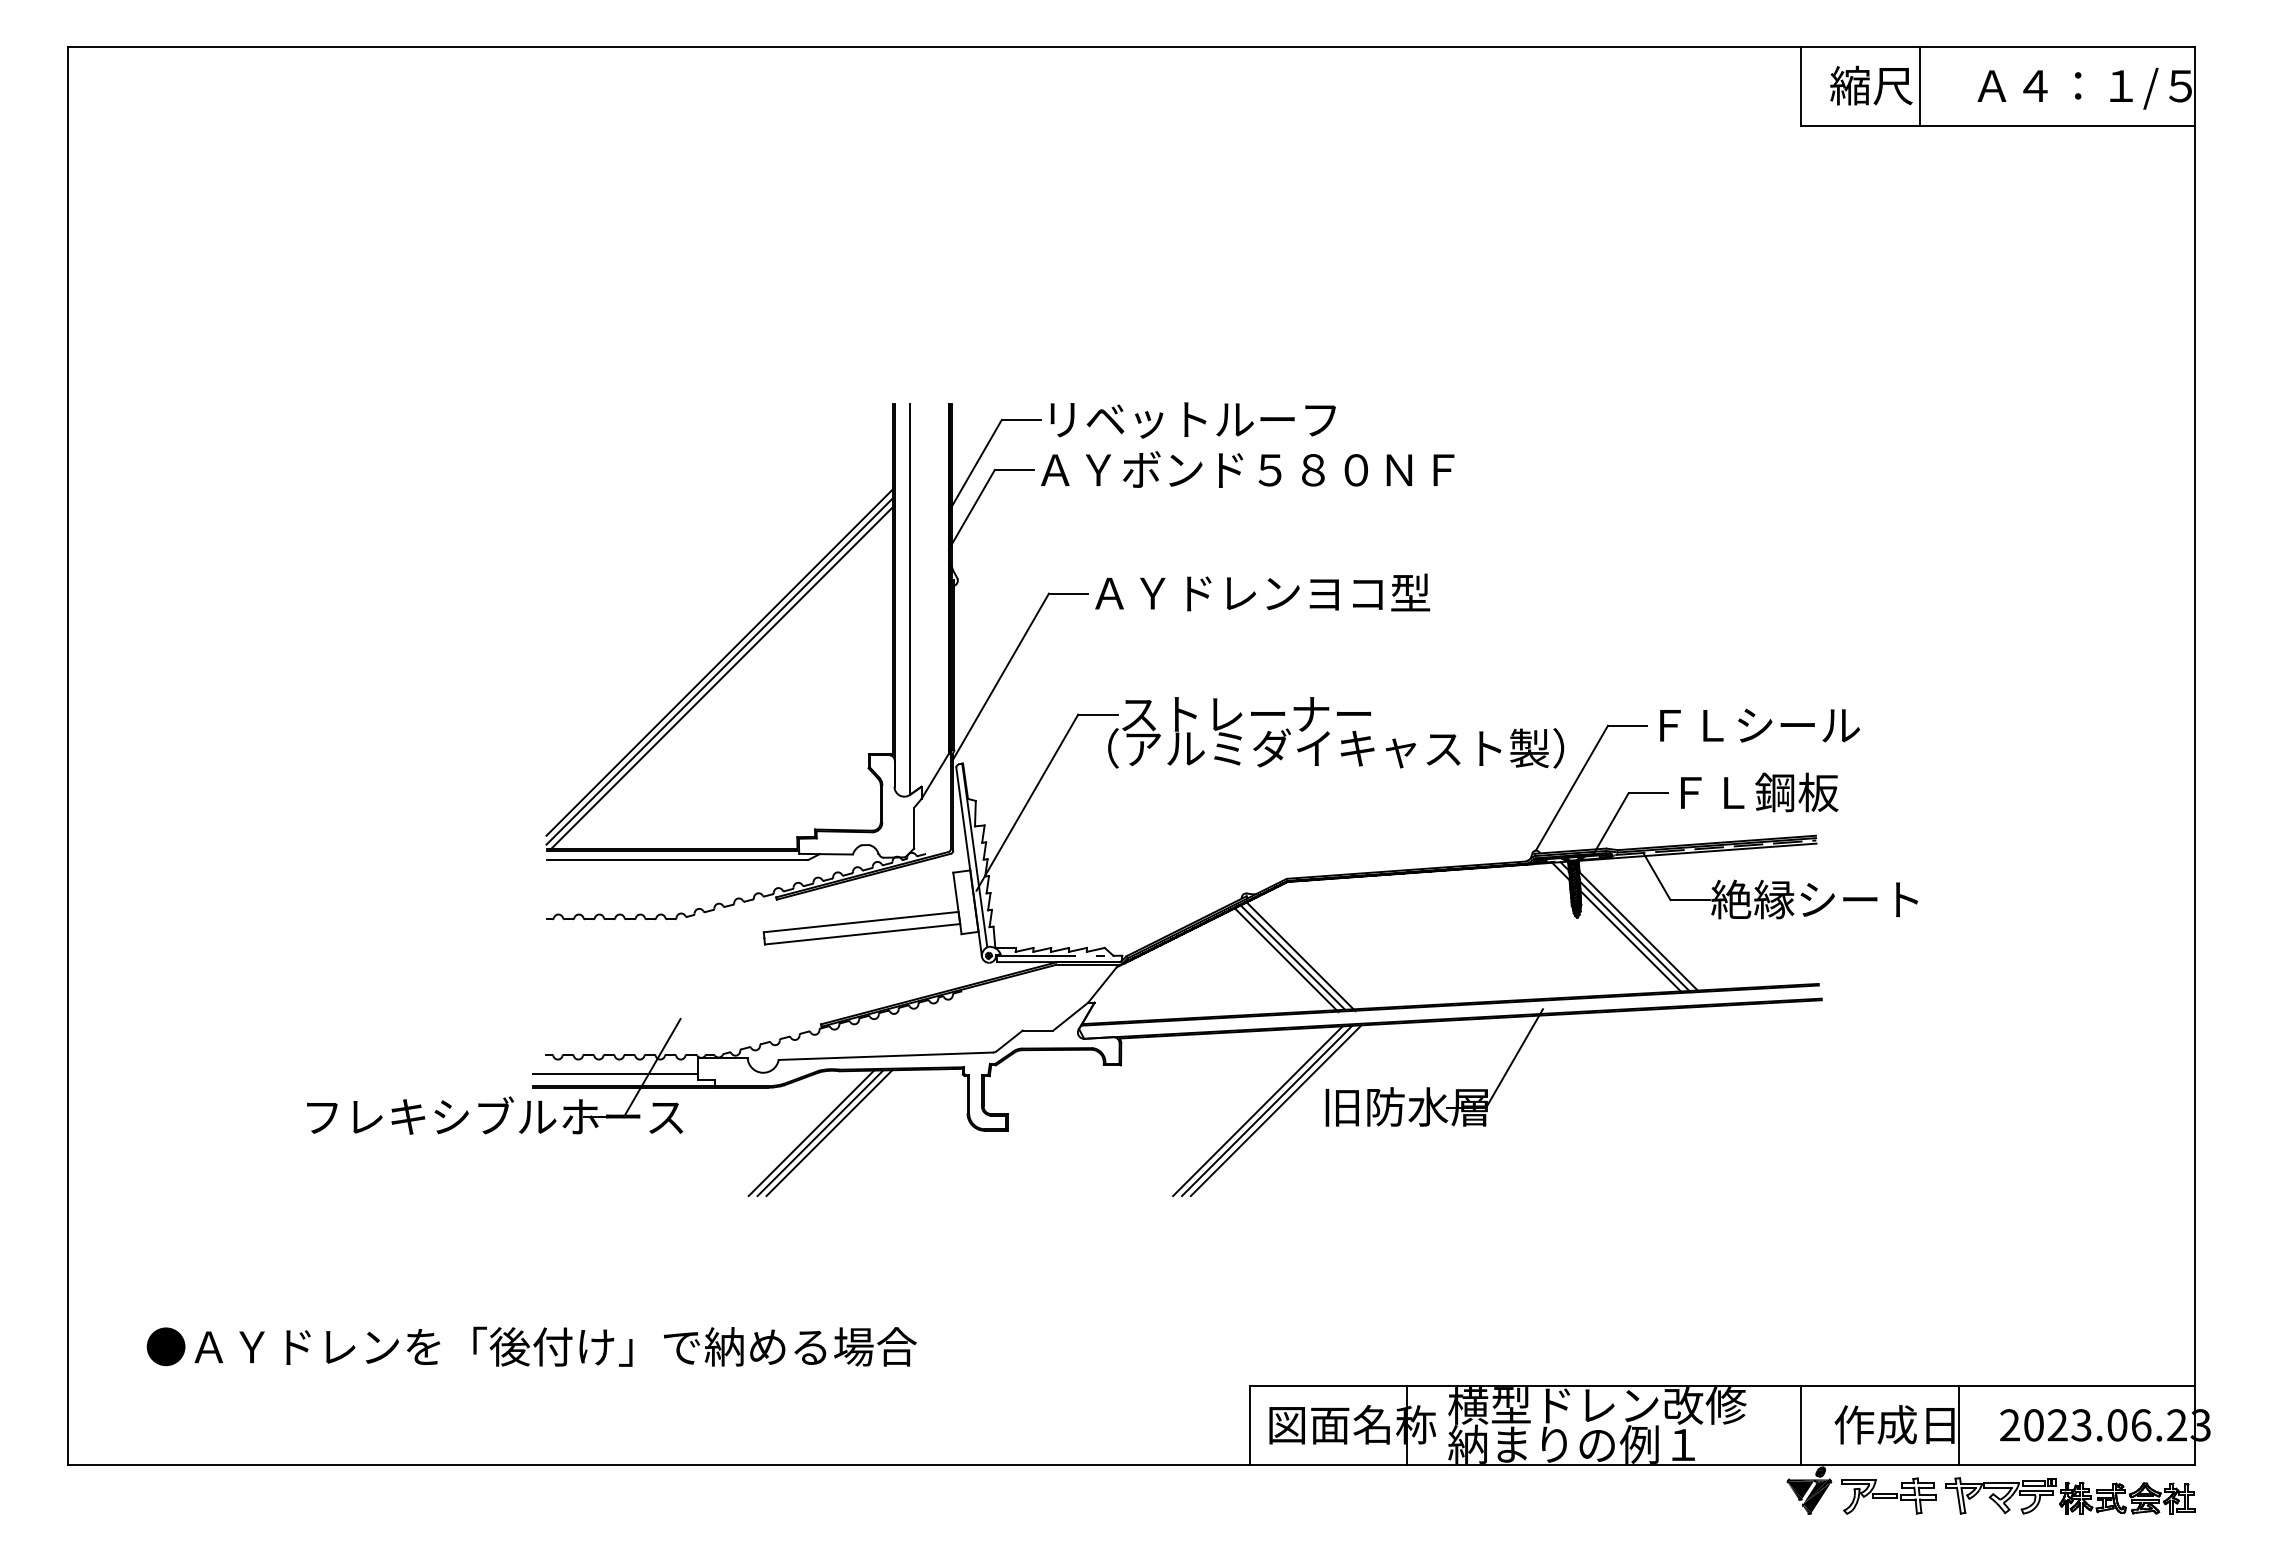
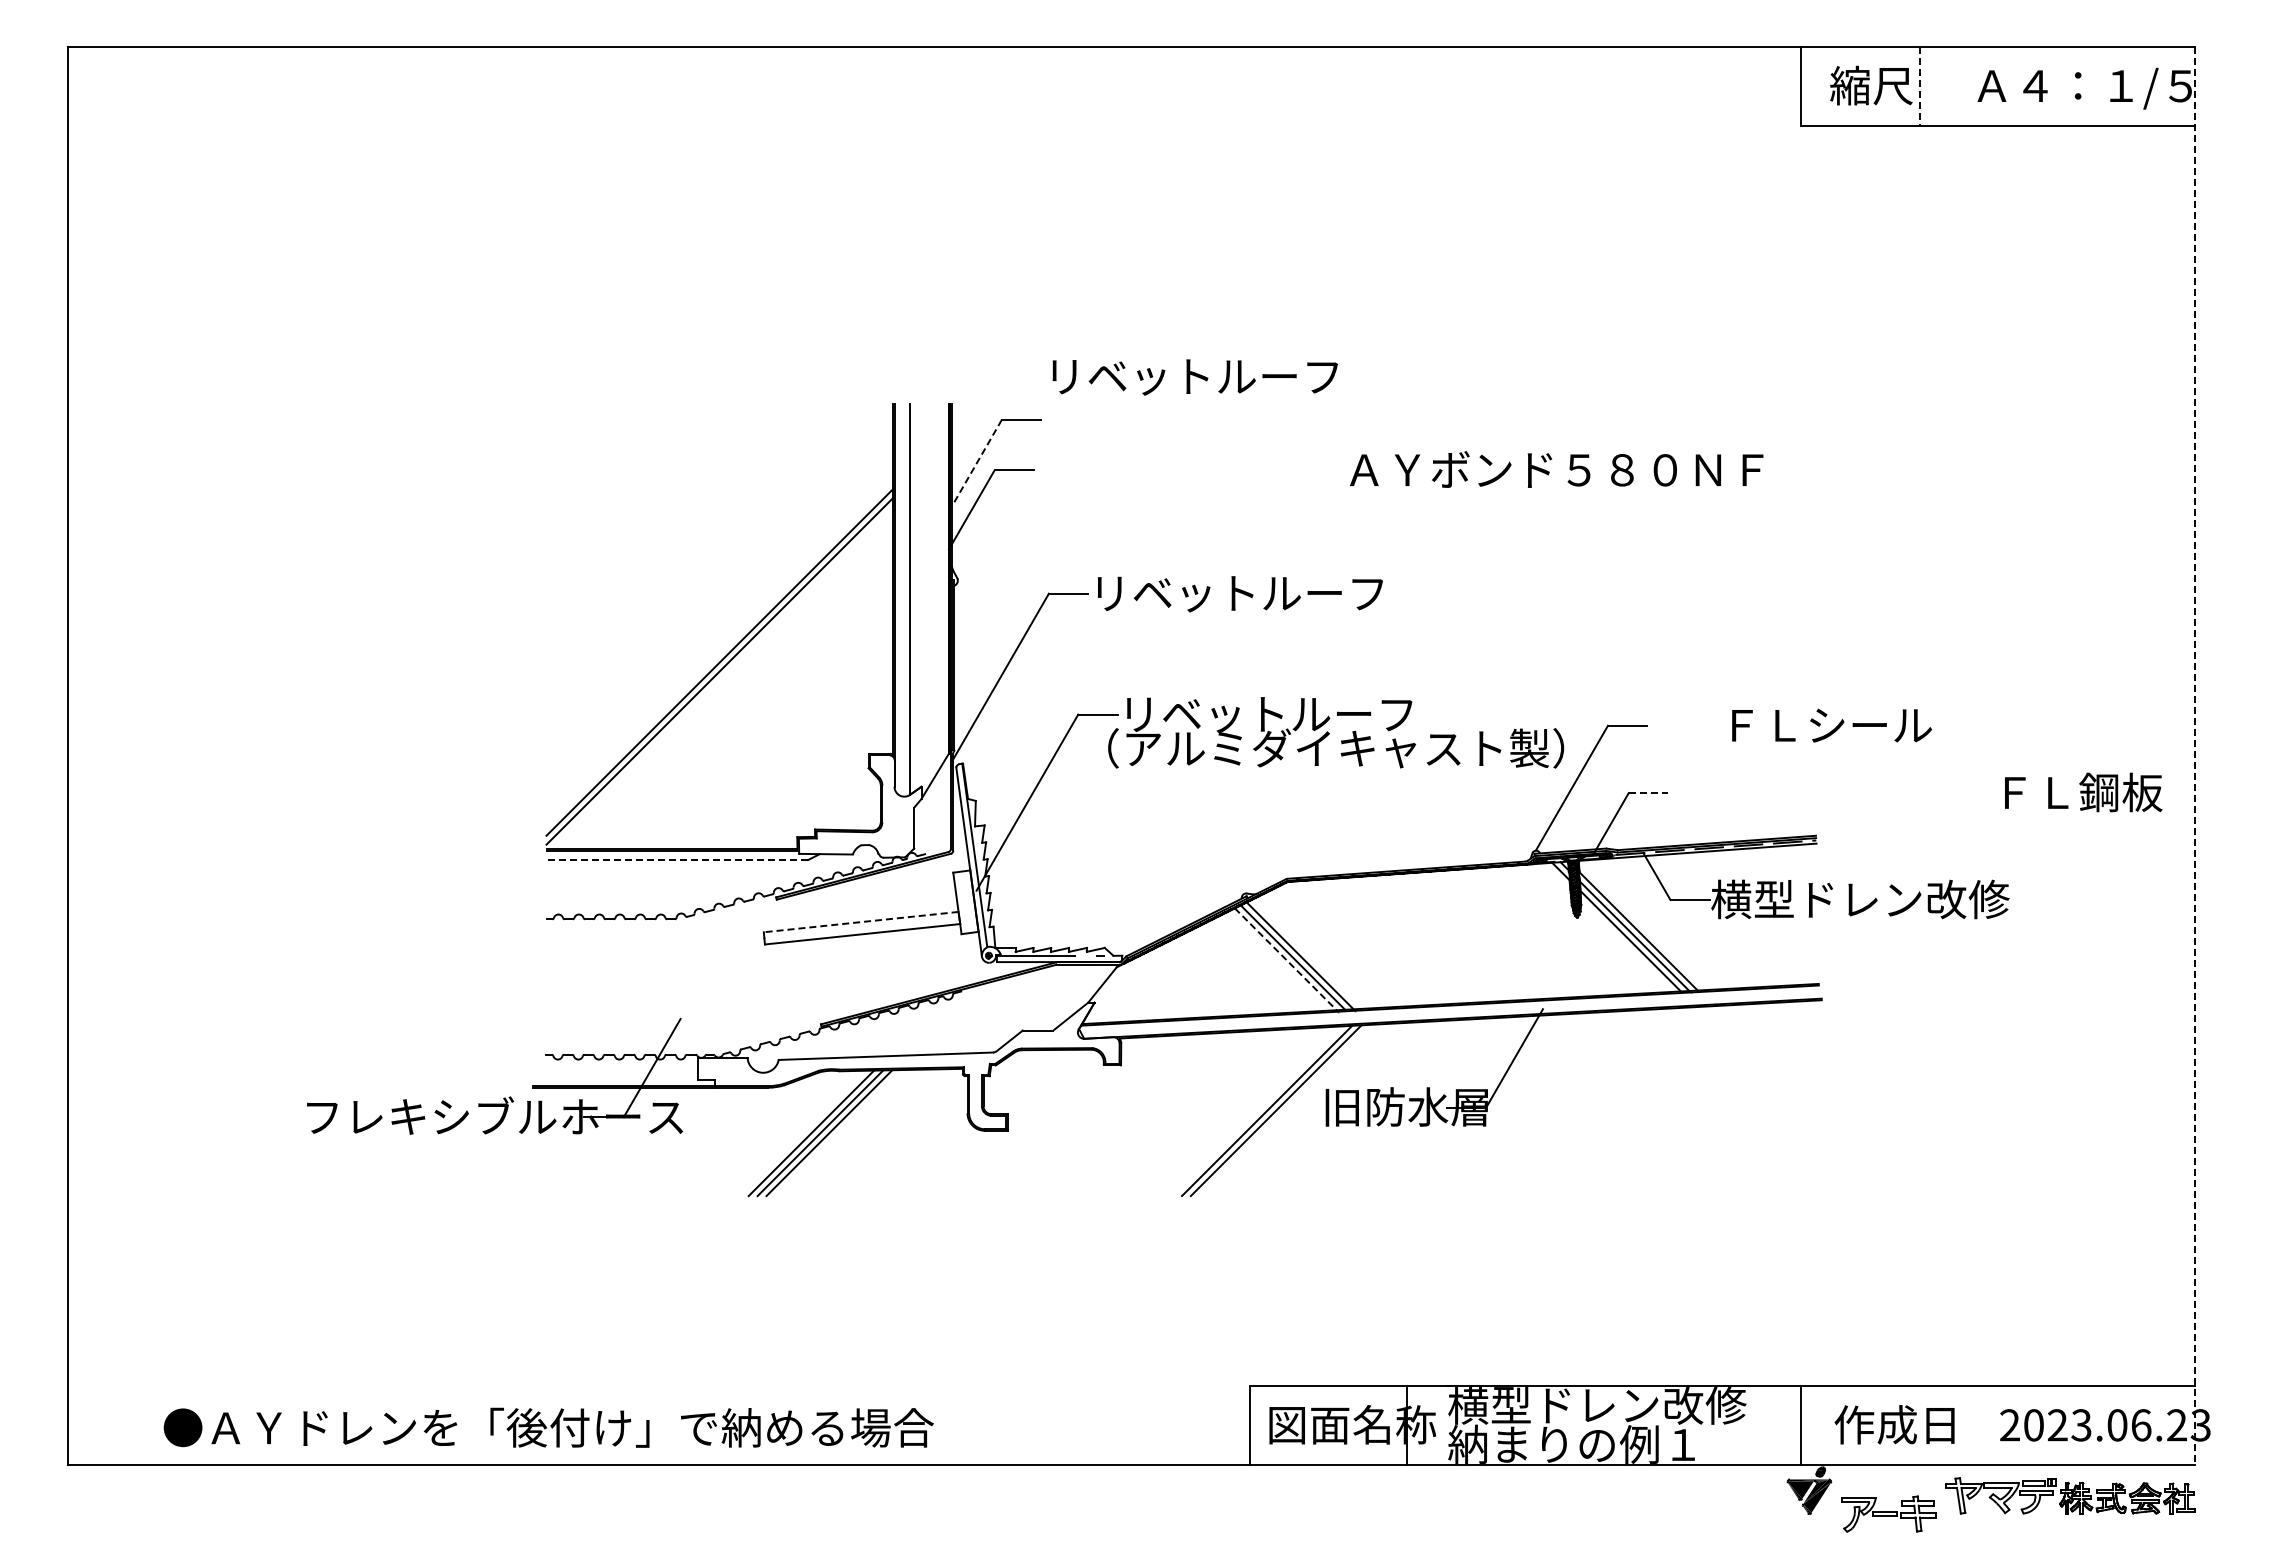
line at (1919, 86): solid -> dashed
text at (1192, 420) position: (1192, 420) -> (1194, 377)
line at (976, 463): solid -> dashed
text at (1247, 469) position: (1247, 469) -> (1556, 469)
text at (1262, 592): ＡＹドレンヨコ型 -> リベットルーフ
line at (722, 678): present -> none
text at (1267, 714): ストレーナー -> リベットルーフ
text at (1759, 725) position: (1759, 725) -> (1831, 725)
line at (2195, 755): solid -> dashed
text at (1759, 792) position: (1759, 792) -> (2083, 792)
line at (1648, 793): solid -> dashed
line at (677, 860): solid -> dashed
text at (1860, 899): 絶縁シート -> 横型ドレン改修
line at (861, 922): solid -> dashed
line at (1286, 959): solid -> dashed
line at (615, 1073): present -> none
line at (1257, 1111): present -> none
text at (531, 1346) position: (531, 1346) -> (548, 1427)
line at (1958, 1424): present -> none
part at (1888, 1495) position: (1888, 1495) -> (1888, 1513)
